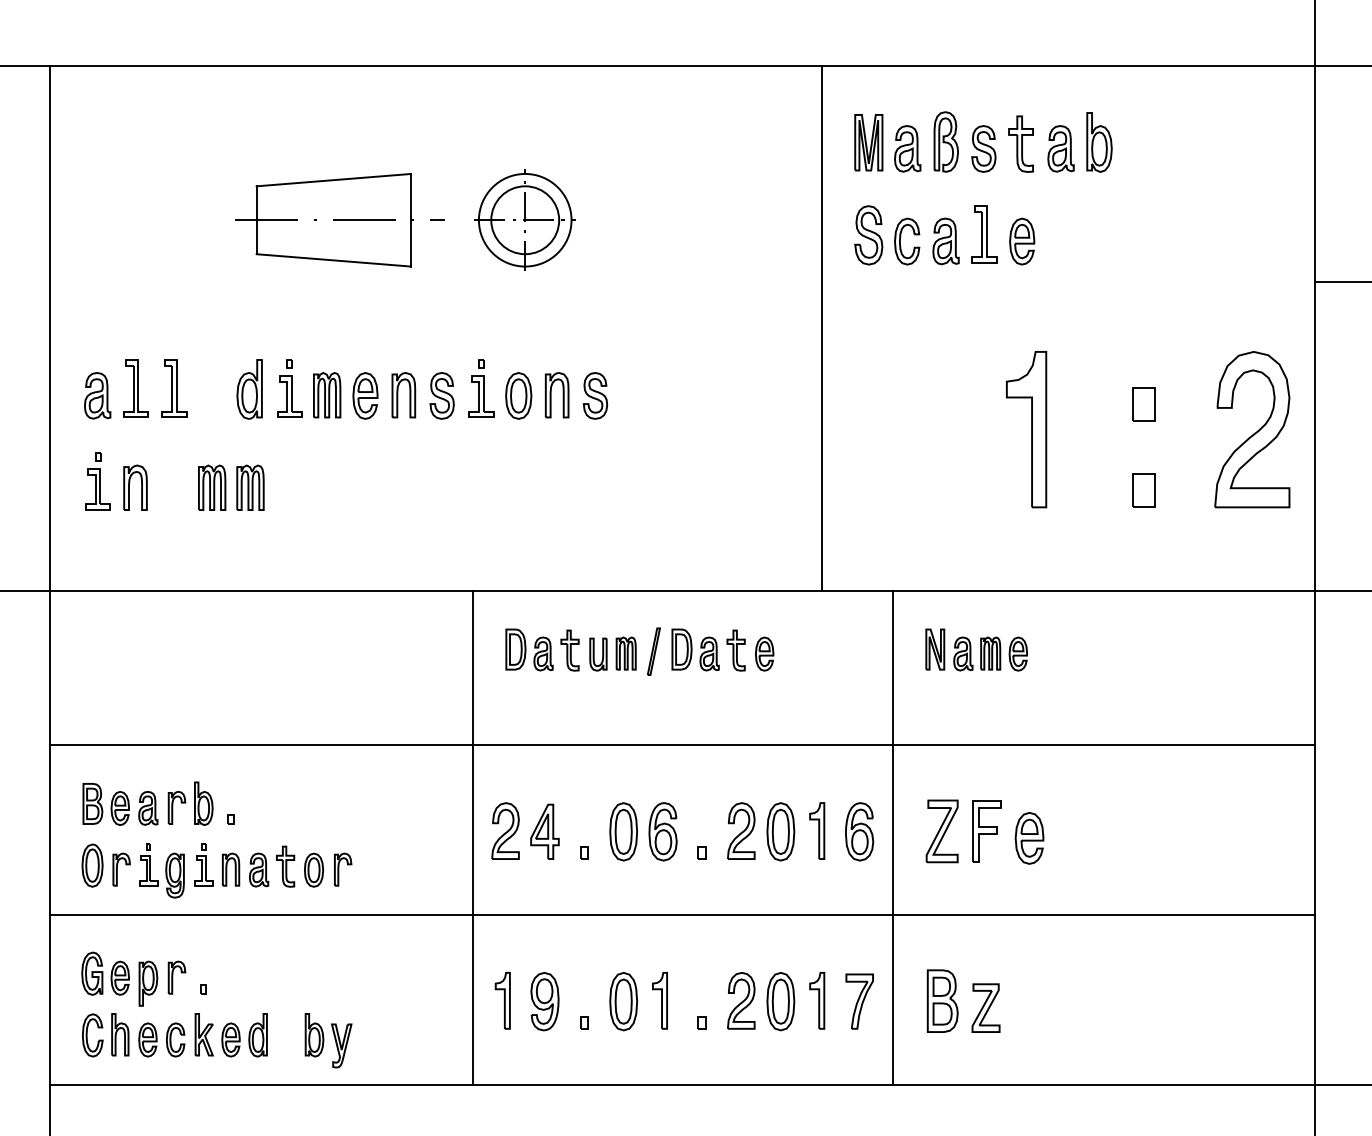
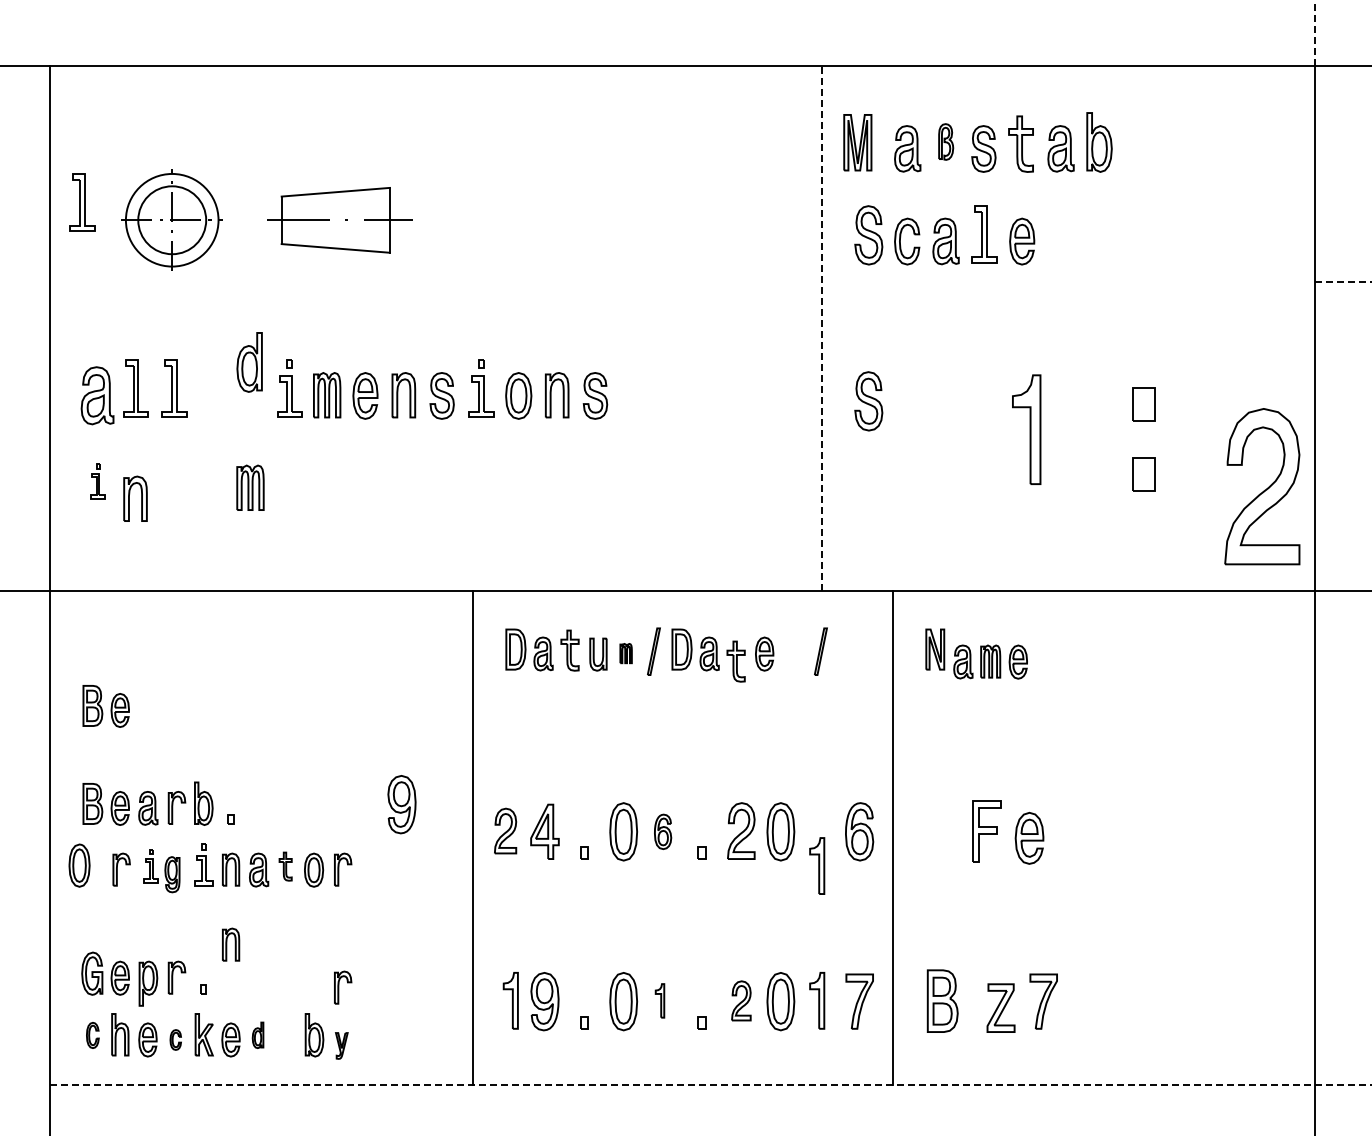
line at (1315, 32): solid -> dashed
part at (945, 141) size: 26x62 px -> 17x38 px
part at (868, 142) position: (868, 142) -> (857, 142)
part at (82, 202): none -> present
part at (524, 219) position: (524, 219) -> (171, 219)
part at (339, 220) size: 210x95 px -> 146x67 px
line at (1343, 282): solid -> dashed
line at (821, 327): solid -> dashed
part at (249, 389) position: (249, 389) -> (249, 362)
part at (97, 395) size: 28x48 px -> 35x60 px
part at (868, 401): none -> present
part at (1026, 429) size: 42x158 px -> 30x111 px
part at (1252, 429) position: (1252, 429) -> (1262, 486)
part at (97, 481) size: 26x59 px -> 16x37 px
part at (135, 487) position: (135, 487) -> (135, 498)
part at (212, 487): present -> none
part at (1143, 490) position: (1143, 490) -> (1143, 474)
part at (735, 650) position: (735, 650) -> (735, 661)
part at (820, 651): none -> present
part at (625, 653) size: 22x35 px -> 14x22 px
part at (990, 653) position: (990, 653) -> (990, 661)
part at (105, 706): none -> present
line at (682, 745): present -> none
part at (401, 804): none -> present
part at (505, 830) size: 29x58 px -> 24x48 px
part at (817, 830) position: (817, 830) -> (817, 865)
part at (662, 831) size: 30x60 px -> 19x37 px
part at (941, 831): present -> none
part at (92, 865) position: (92, 865) -> (79, 865)
part at (285, 866) size: 20x43 px -> 15x31 px
part at (161, 870) size: 46x56 px -> 38x45 px
line at (682, 914): present -> none
part at (231, 944): none -> present
part at (343, 987): none -> present
part at (502, 1000) position: (502, 1000) -> (510, 1000)
part at (659, 1000) size: 16x58 px -> 12x36 px
part at (741, 1000) size: 29x58 px -> 21x42 px
part at (1043, 1001): none -> present
part at (985, 1007) position: (985, 1007) -> (1000, 1007)
part at (92, 1035) size: 22x45 px -> 14x27 px
part at (257, 1035) size: 20x45 px -> 14x28 px
part at (175, 1039) size: 20x36 px -> 13x22 px
part at (341, 1045) size: 22x46 px -> 14x28 px
line at (710, 1084): solid -> dashed
